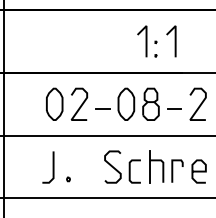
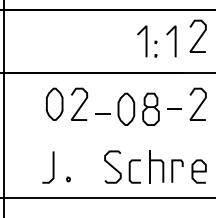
curve at (199, 36): none -> present
part at (127, 103) position: (127, 103) -> (127, 108)
line at (107, 135): present -> none
